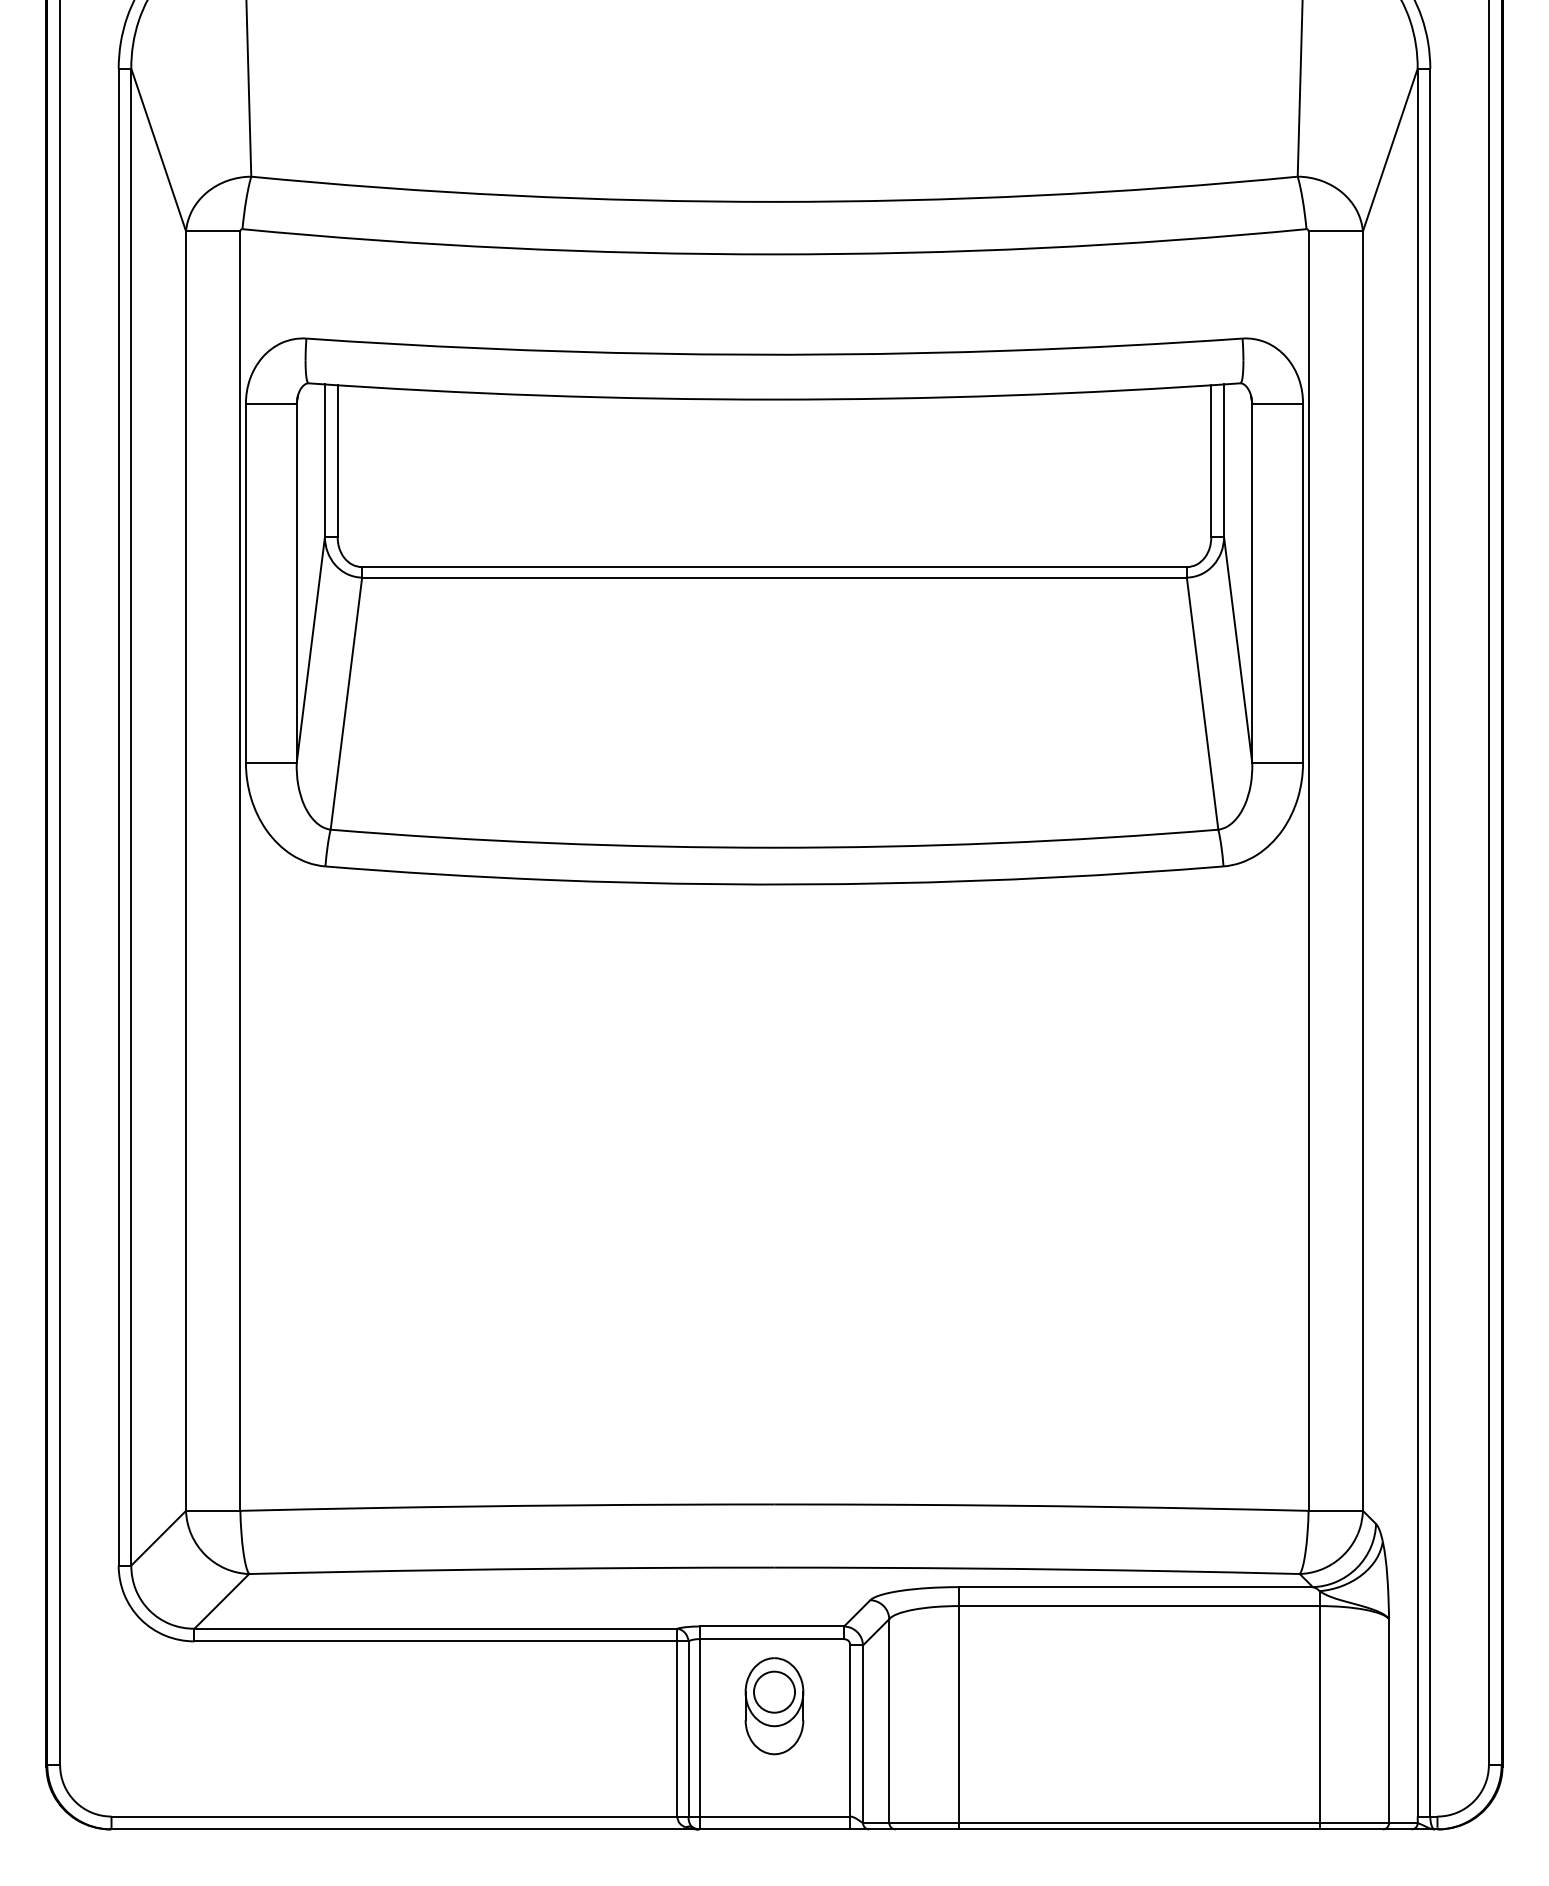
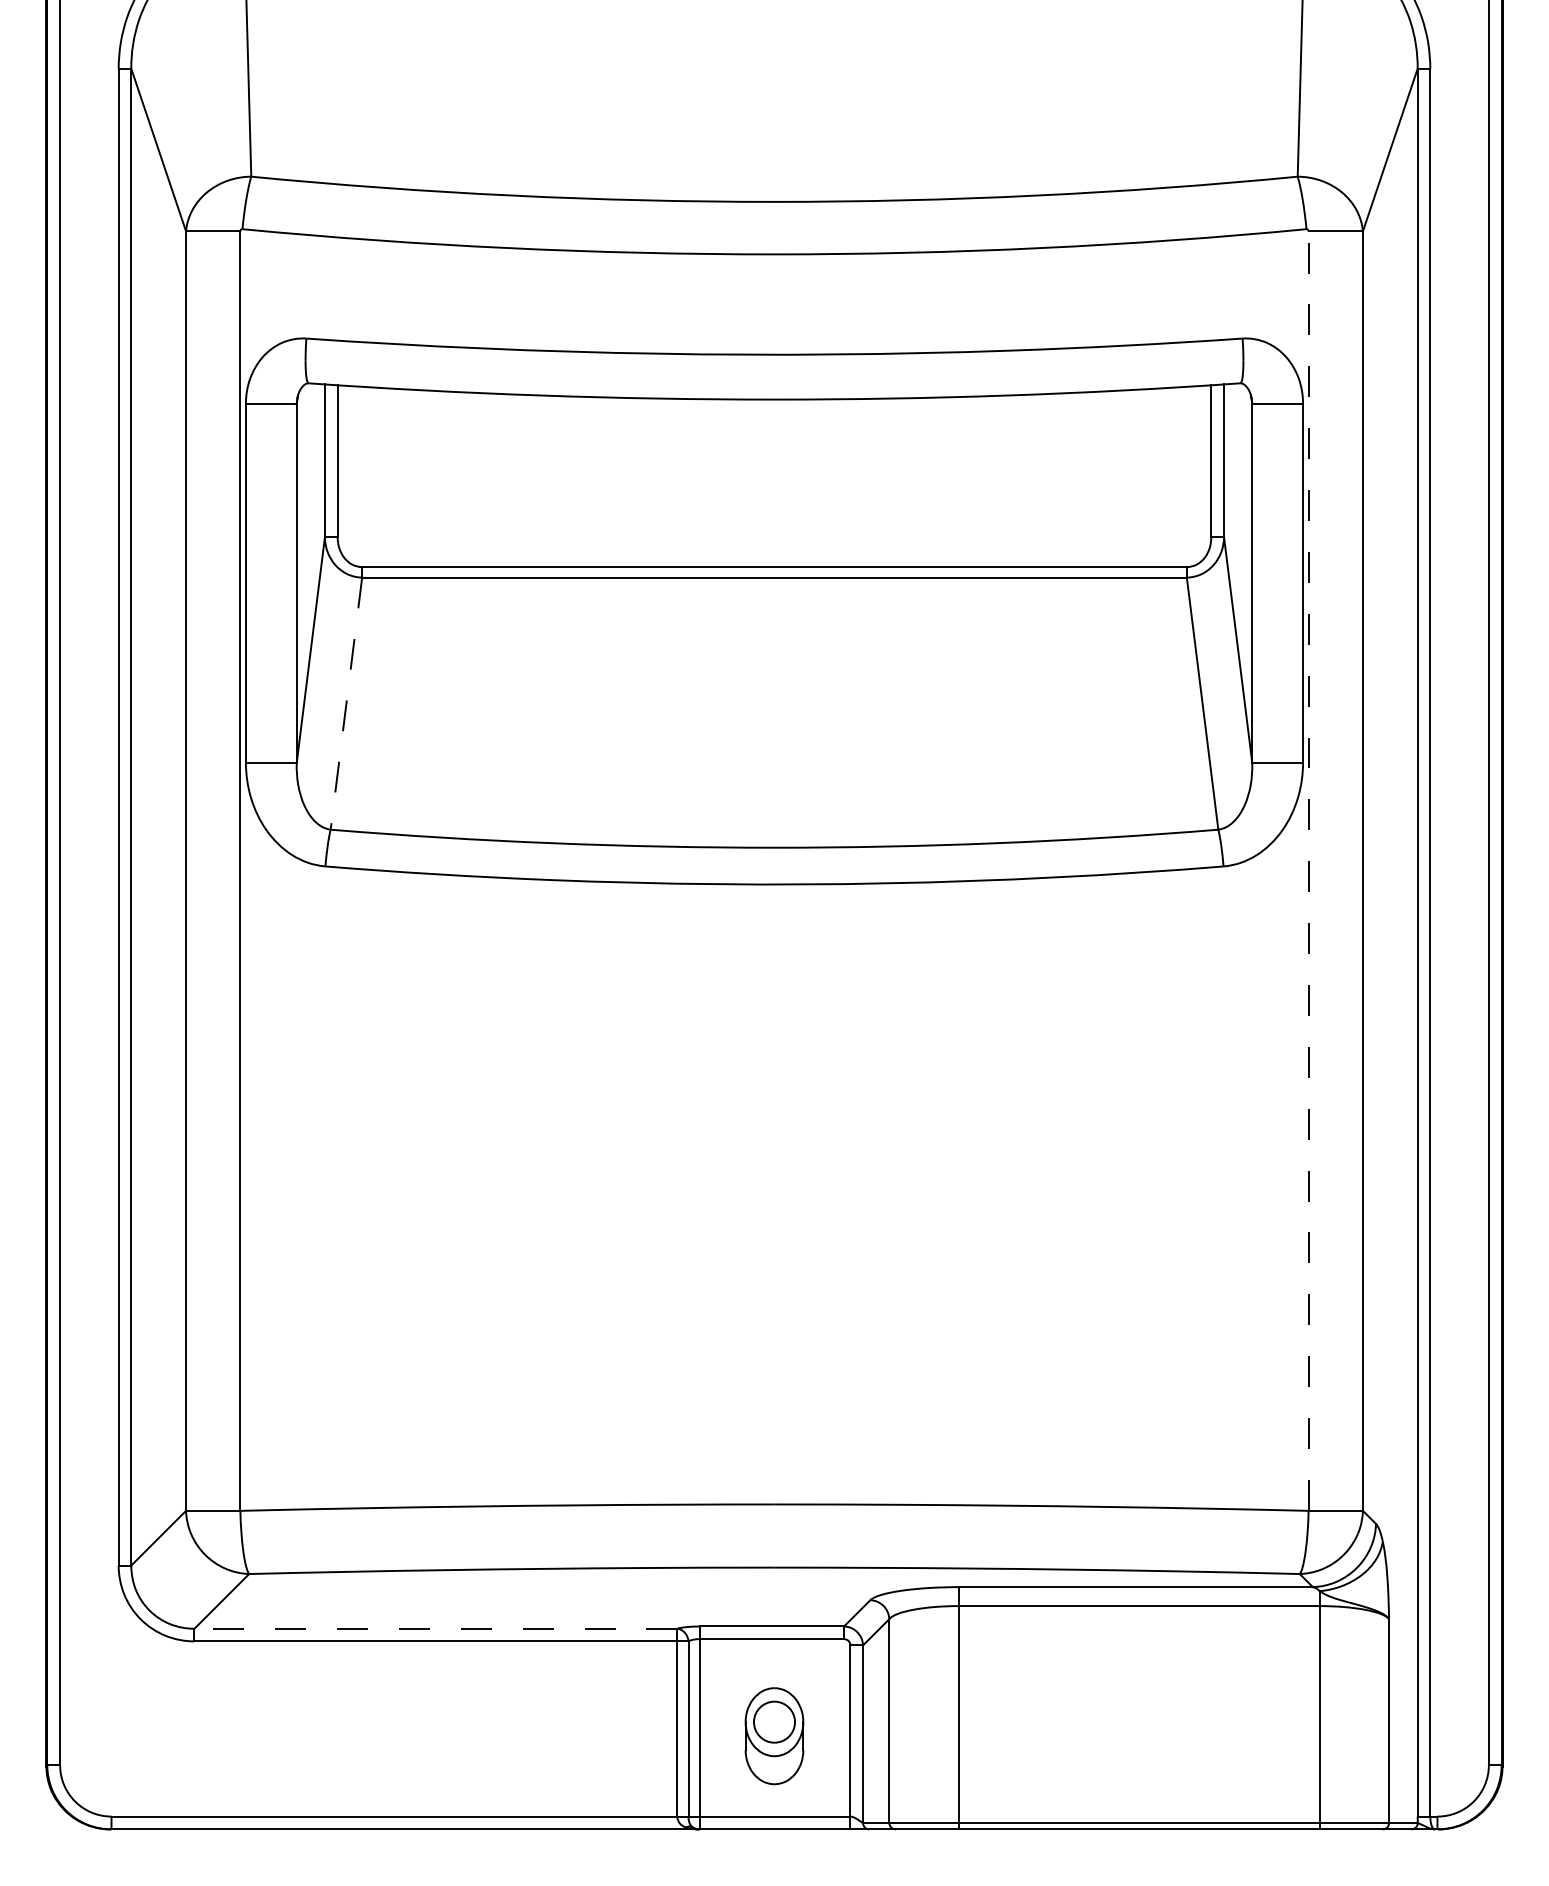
line at (346, 704): solid -> dashed
line at (1308, 871): solid -> dashed
line at (435, 1628): solid -> dashed
part at (774, 1706) position: (774, 1706) -> (774, 1736)
